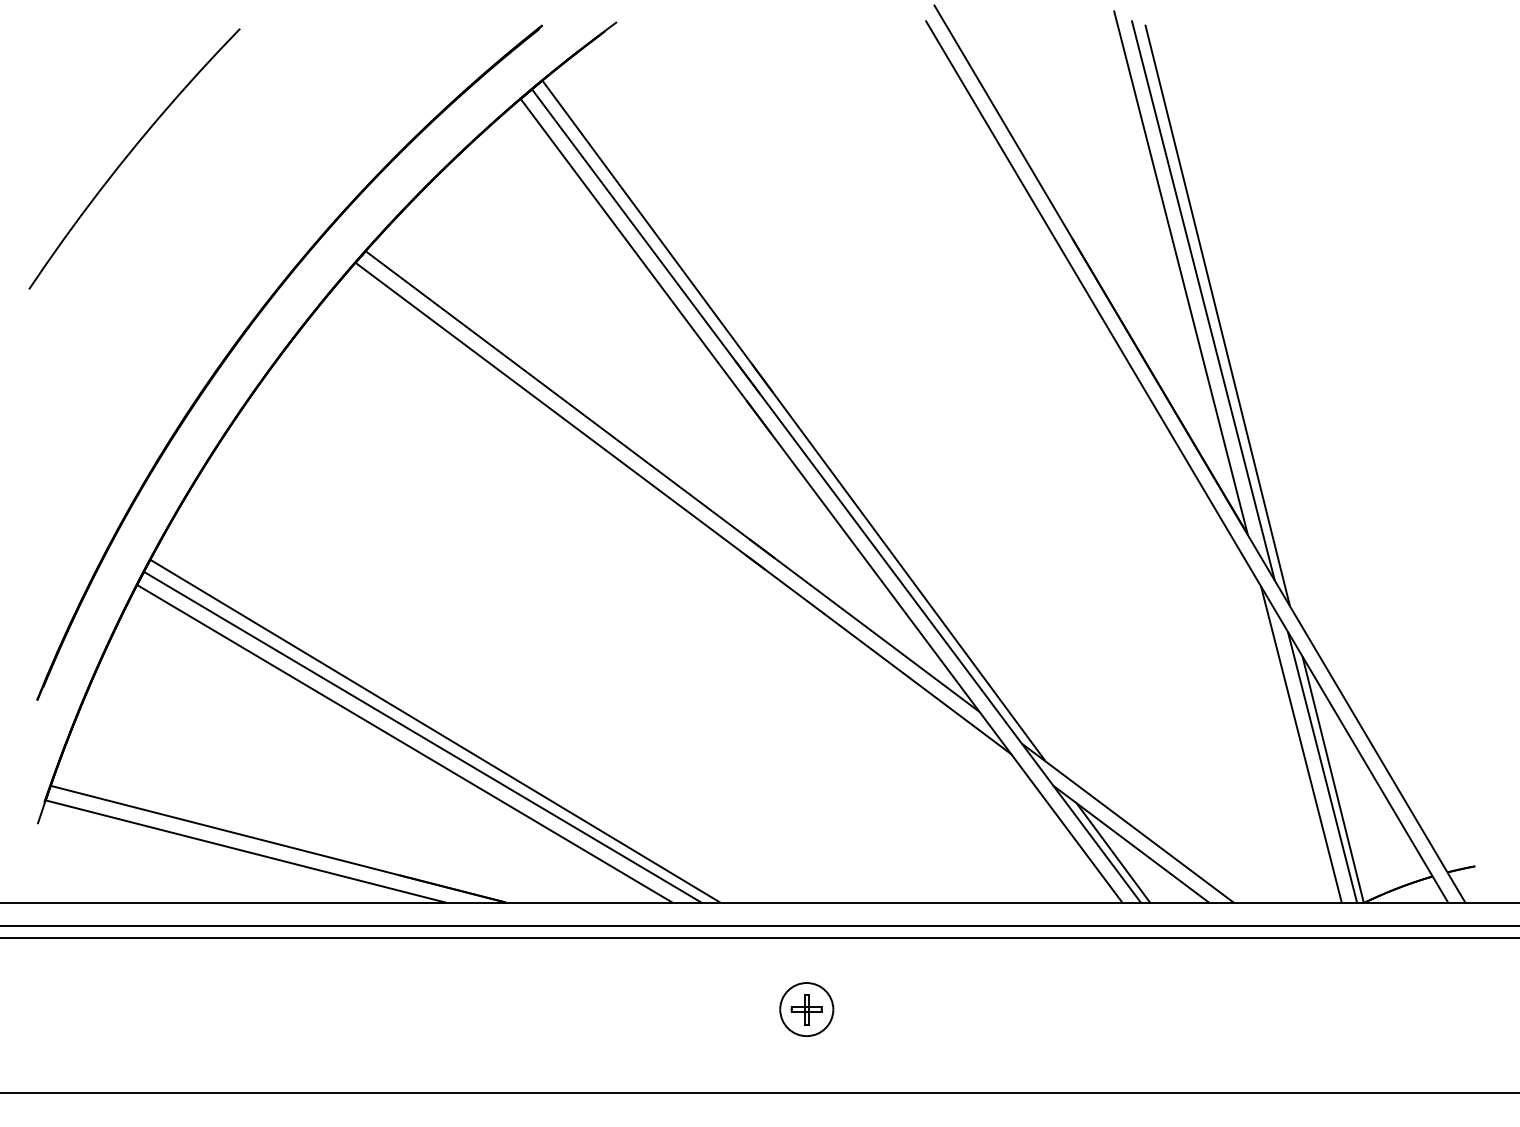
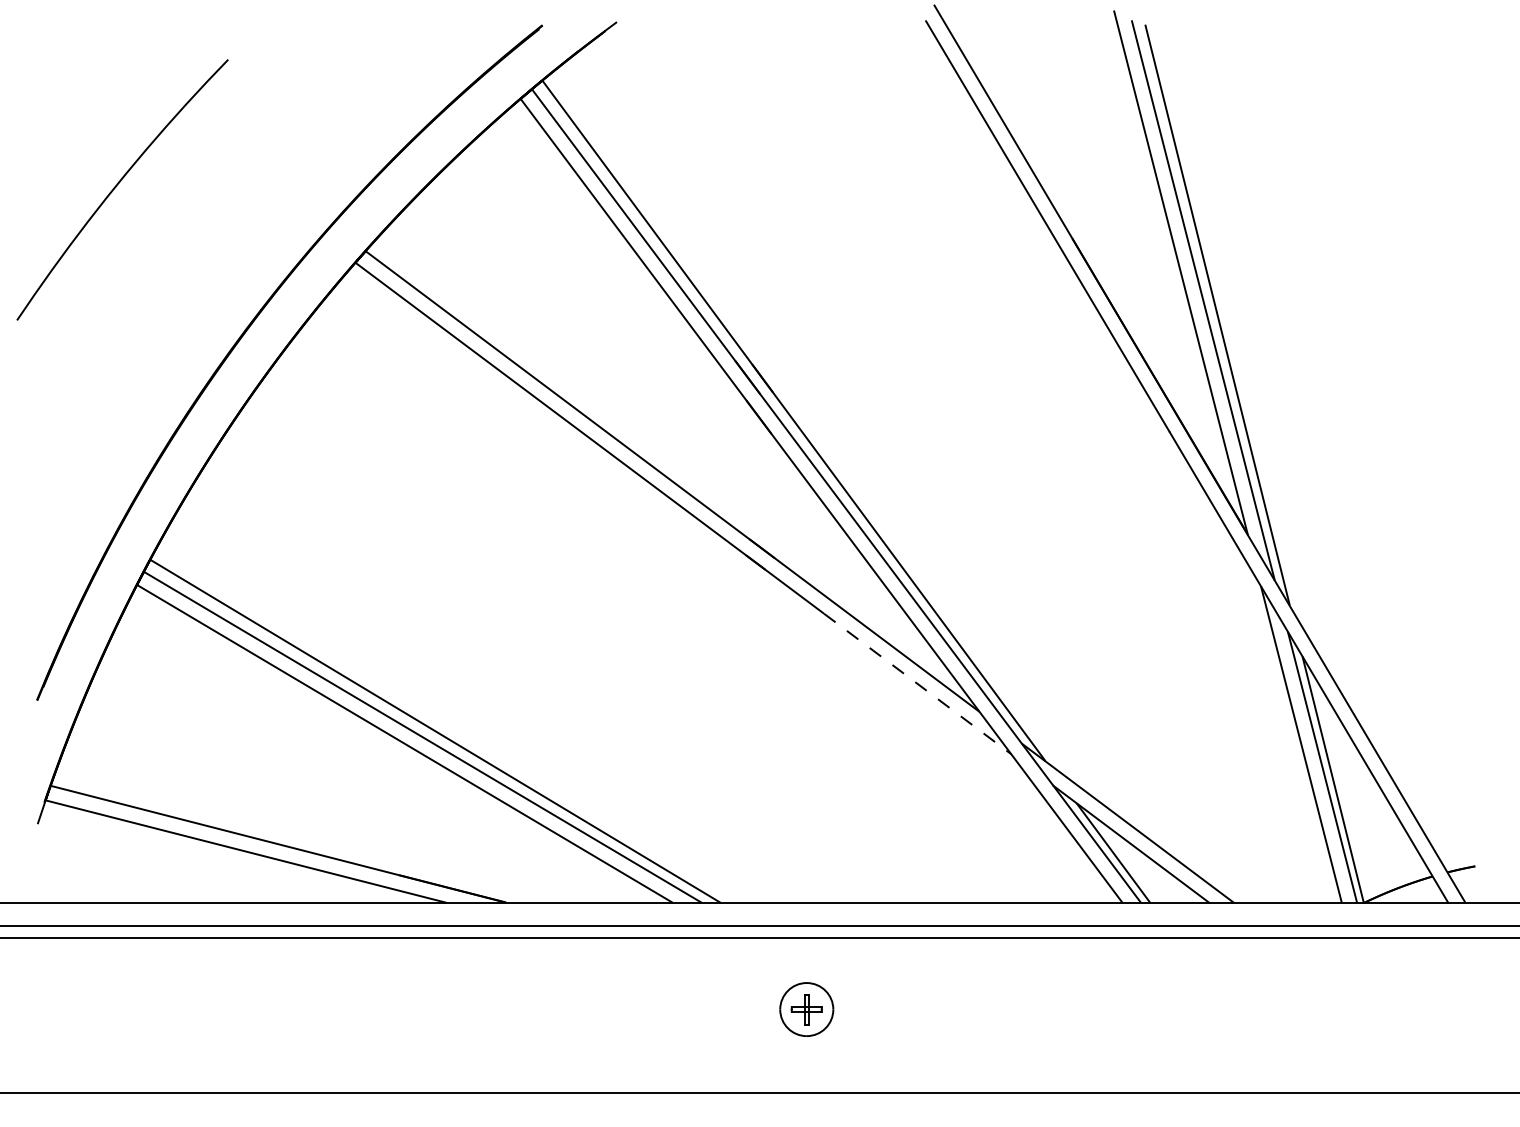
curve at (129, 155) position: (129, 155) -> (117, 186)
line at (917, 683): solid -> dashed
